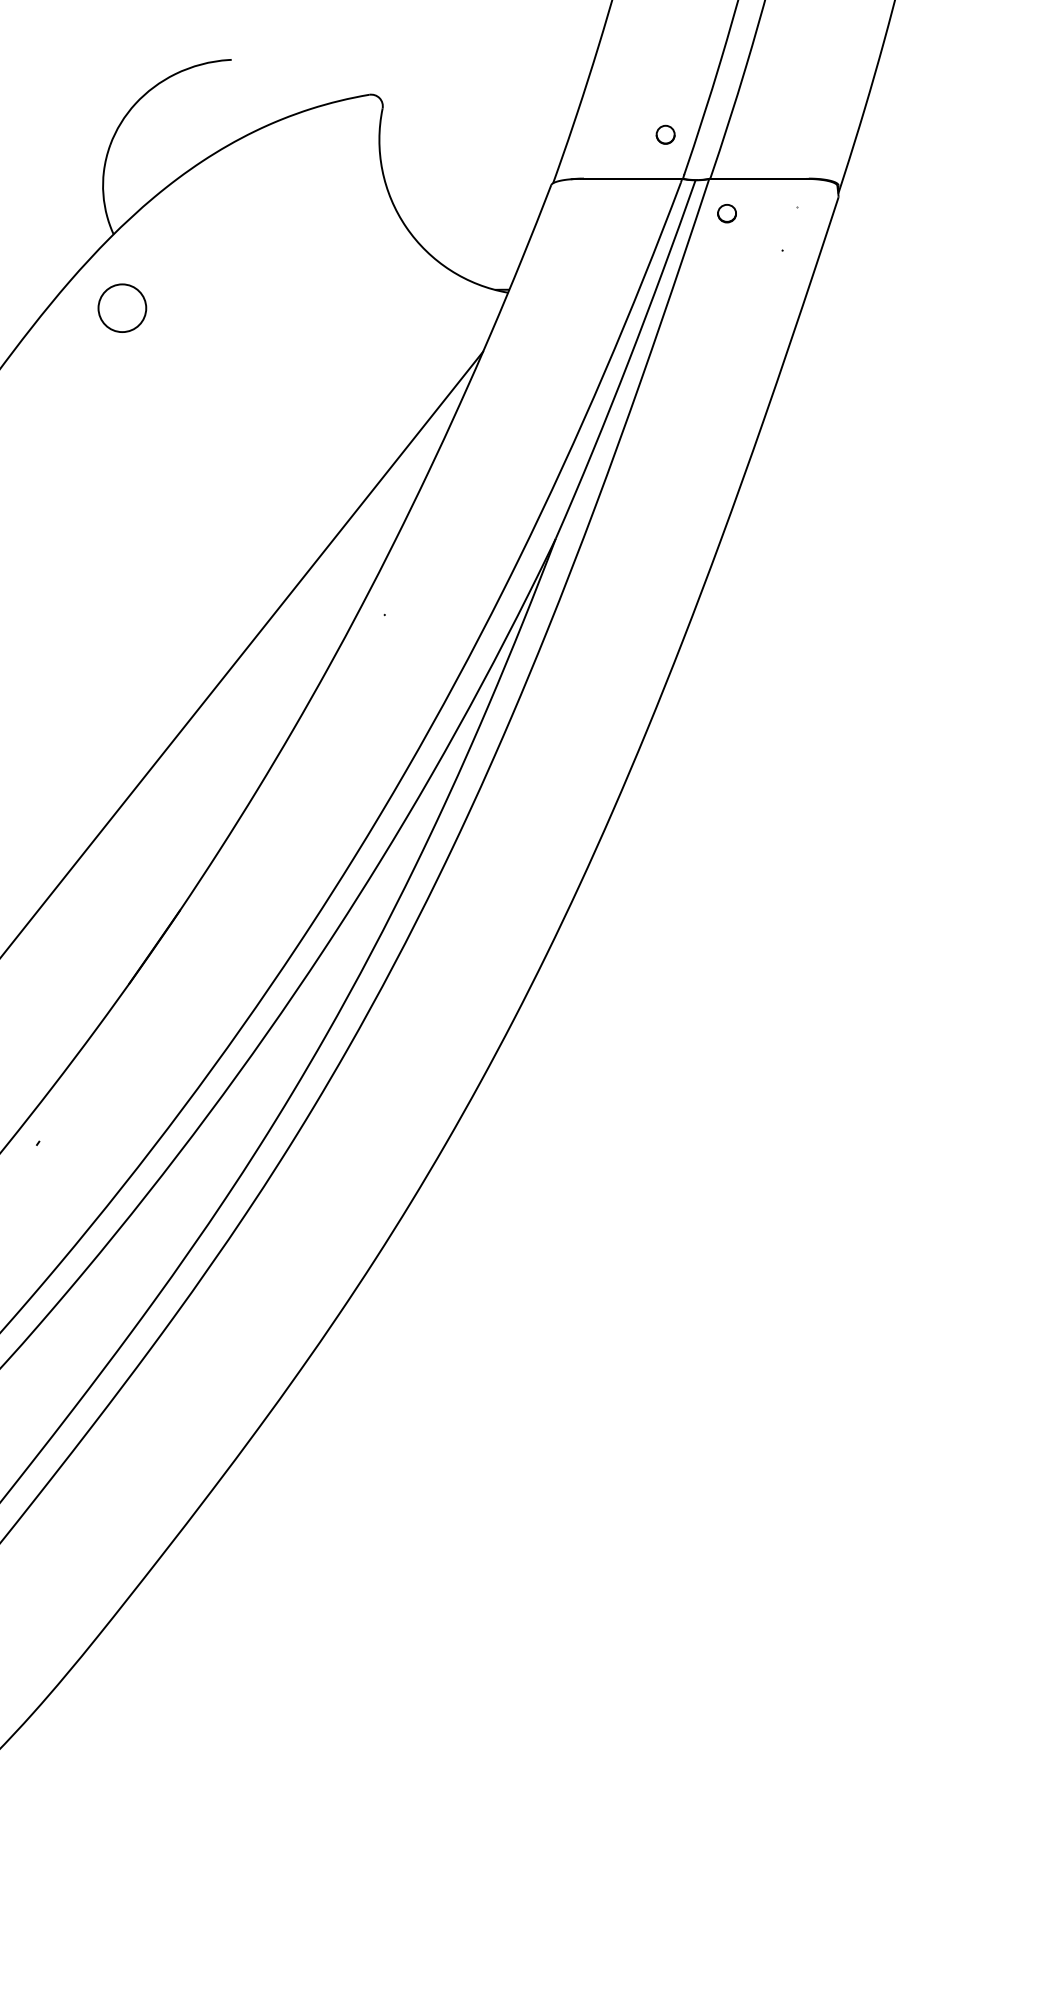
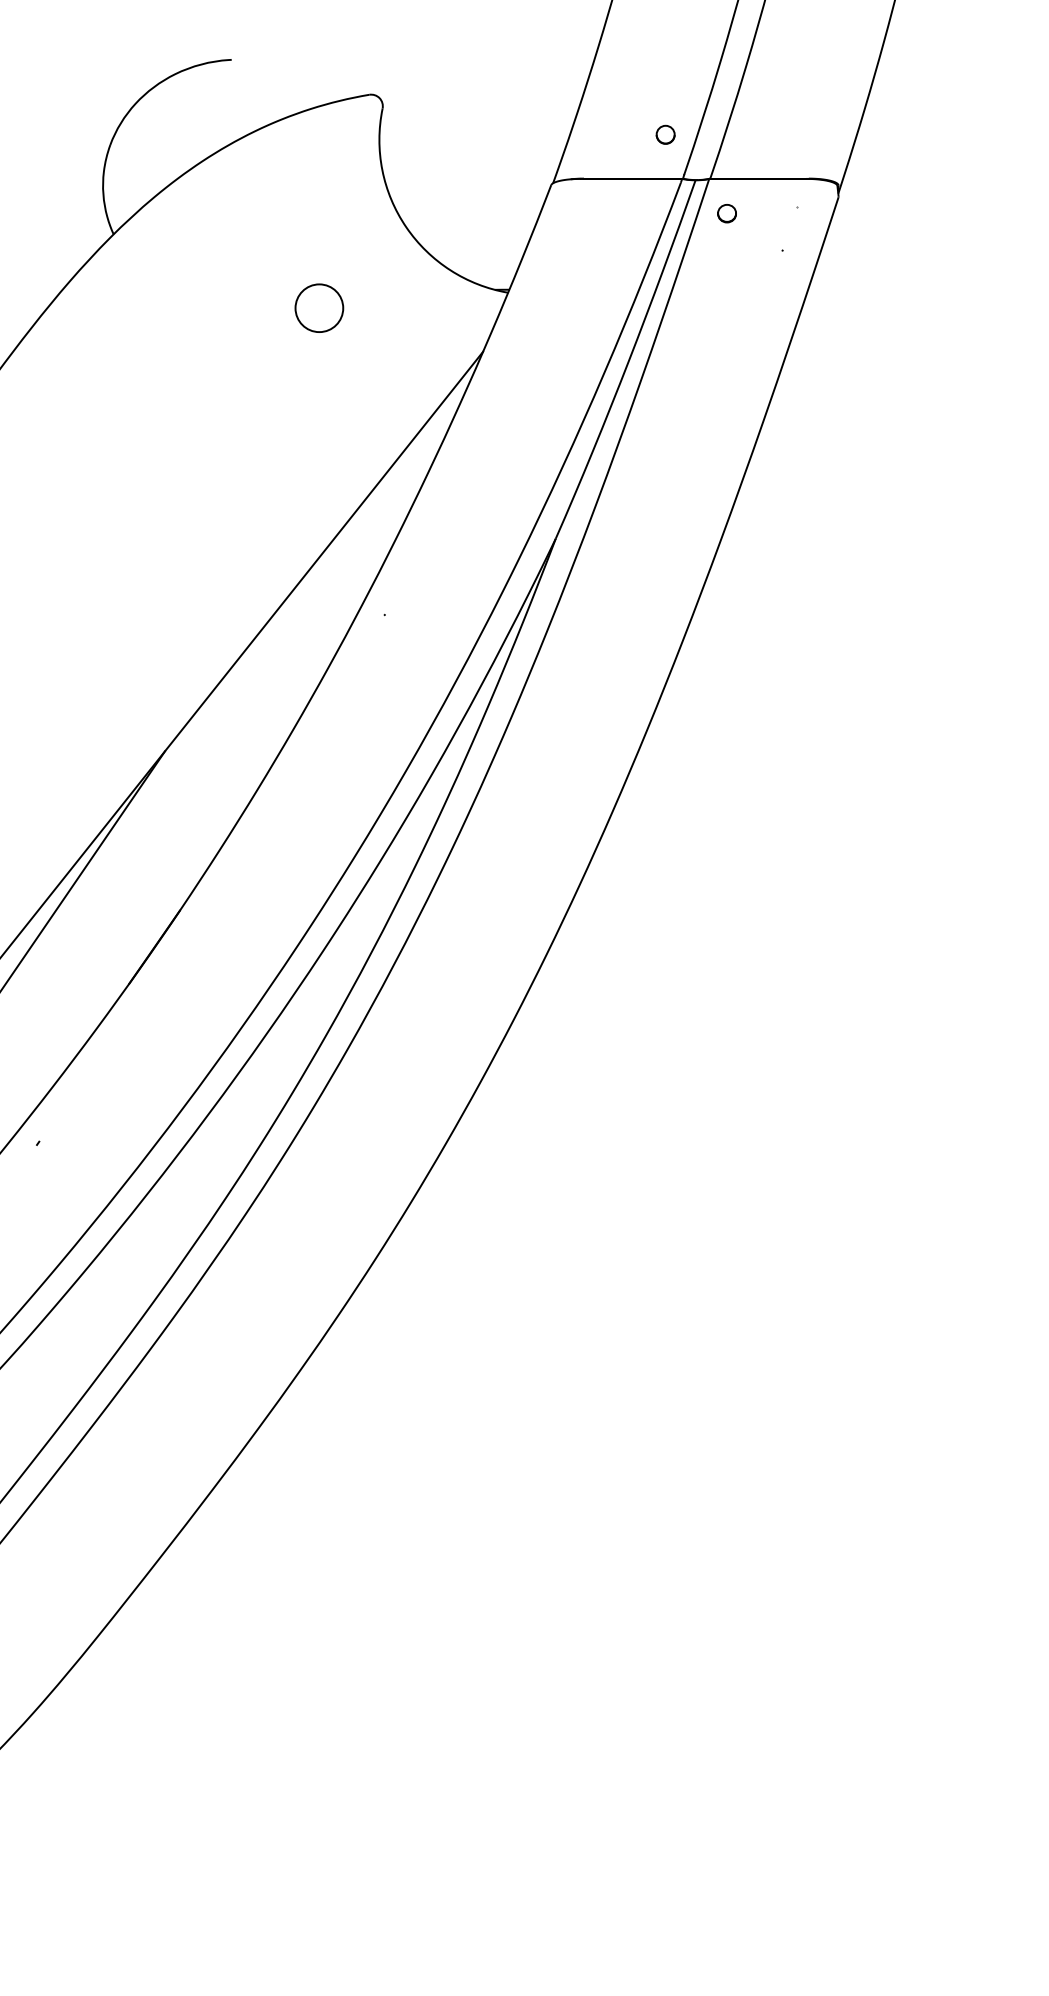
circle at (122, 307) position: (122, 307) -> (319, 307)
line at (83, 870): none -> present
